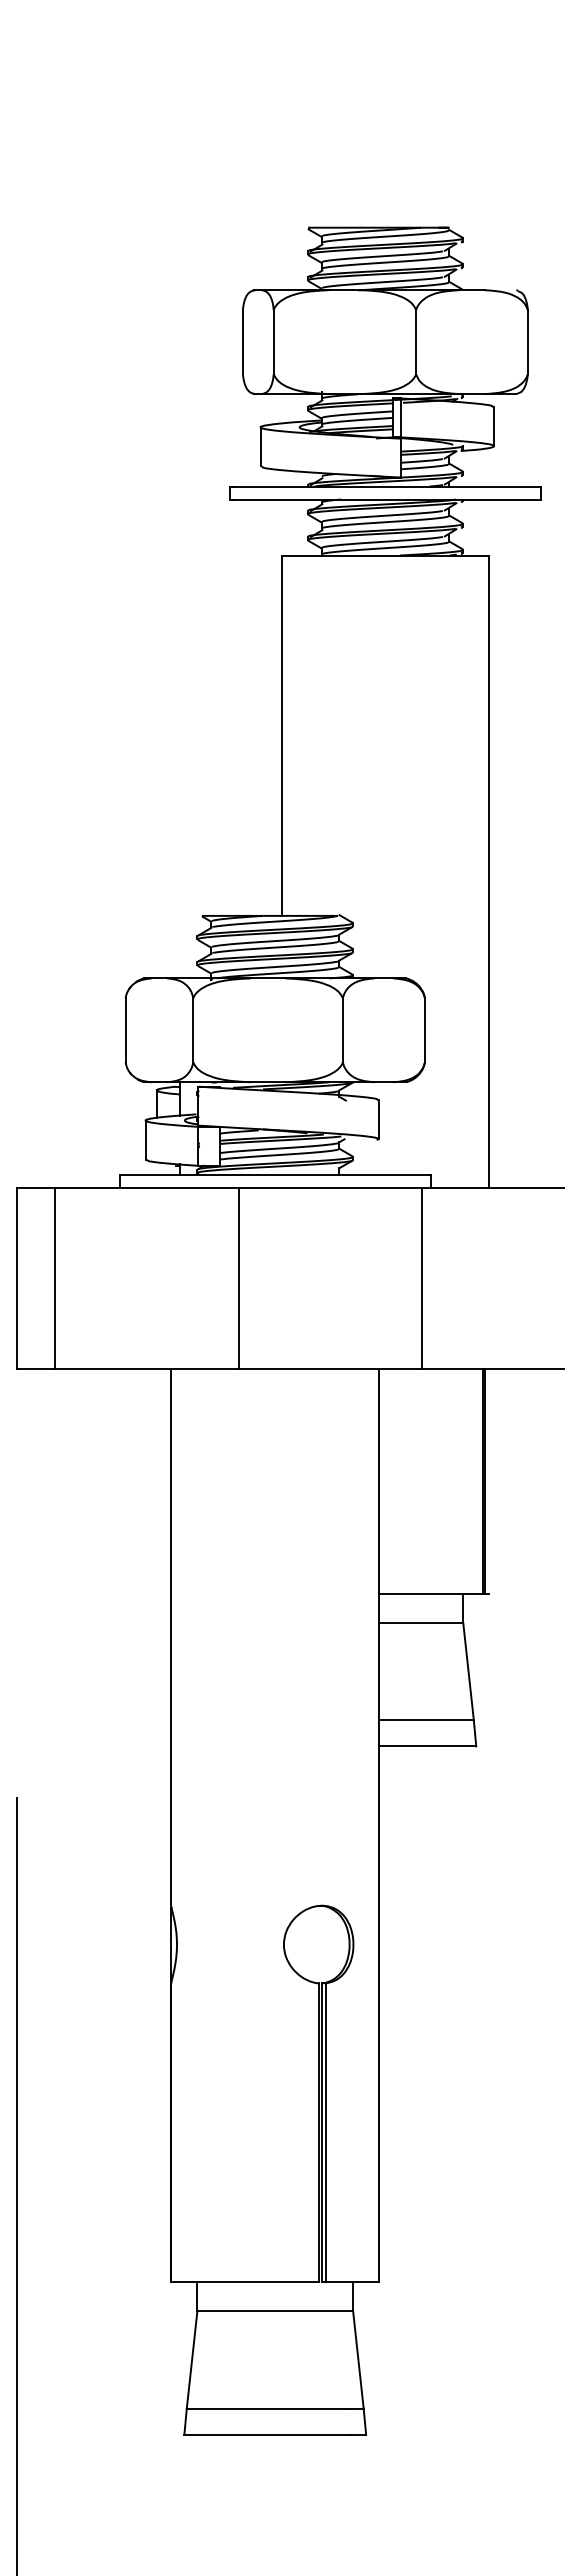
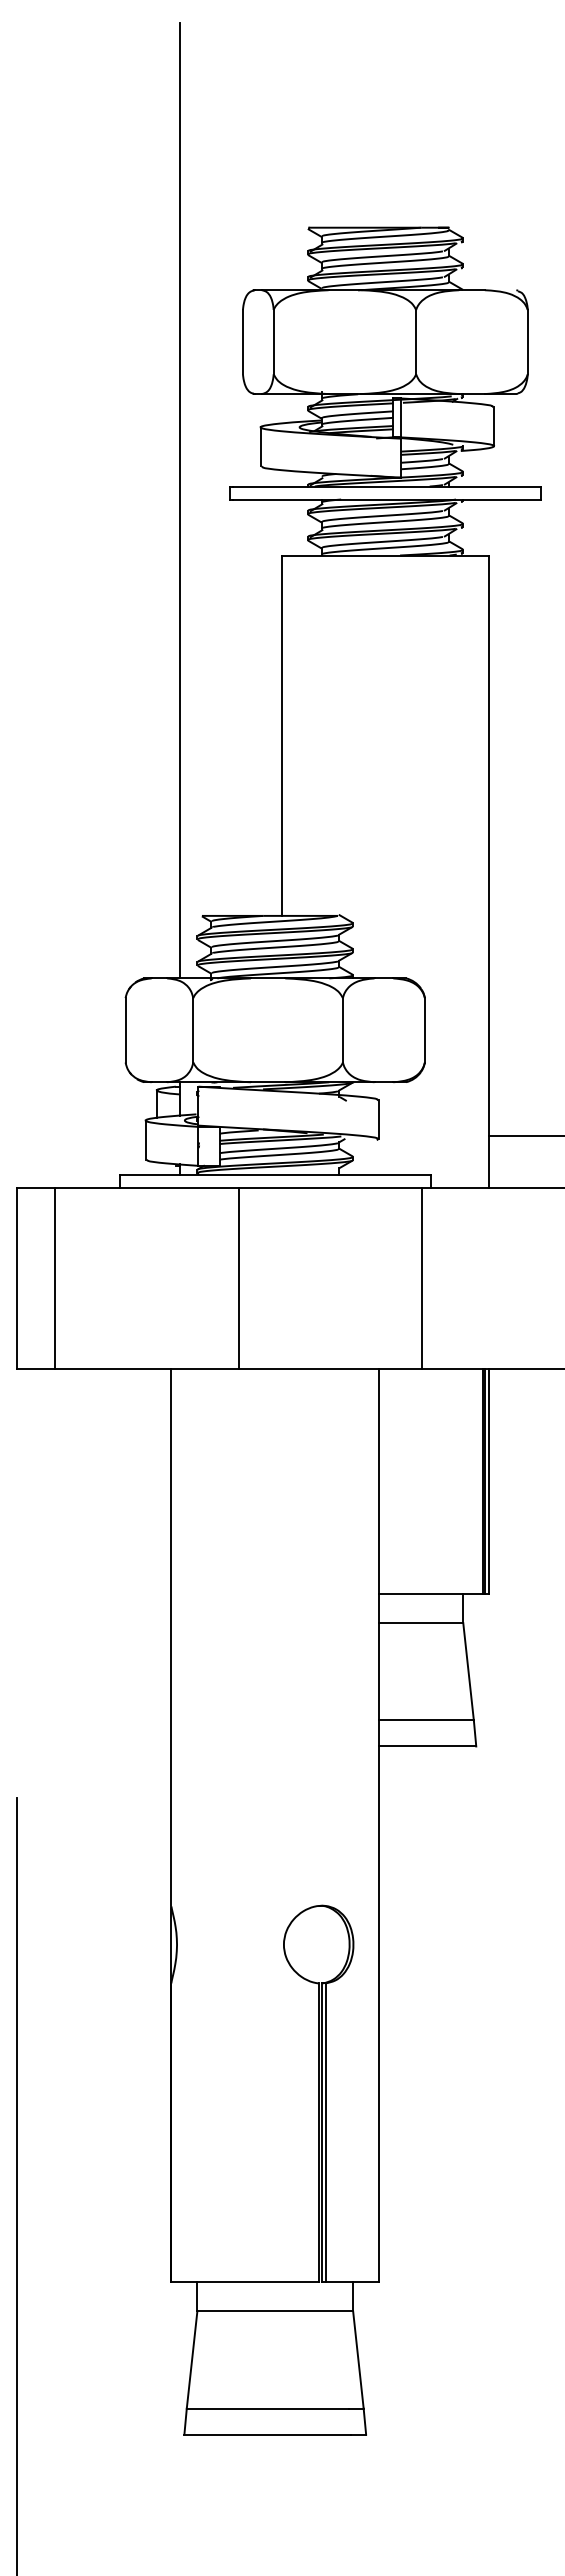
line at (179, 500): none -> present
line at (525, 1135): none -> present
line at (489, 1481): none -> present
